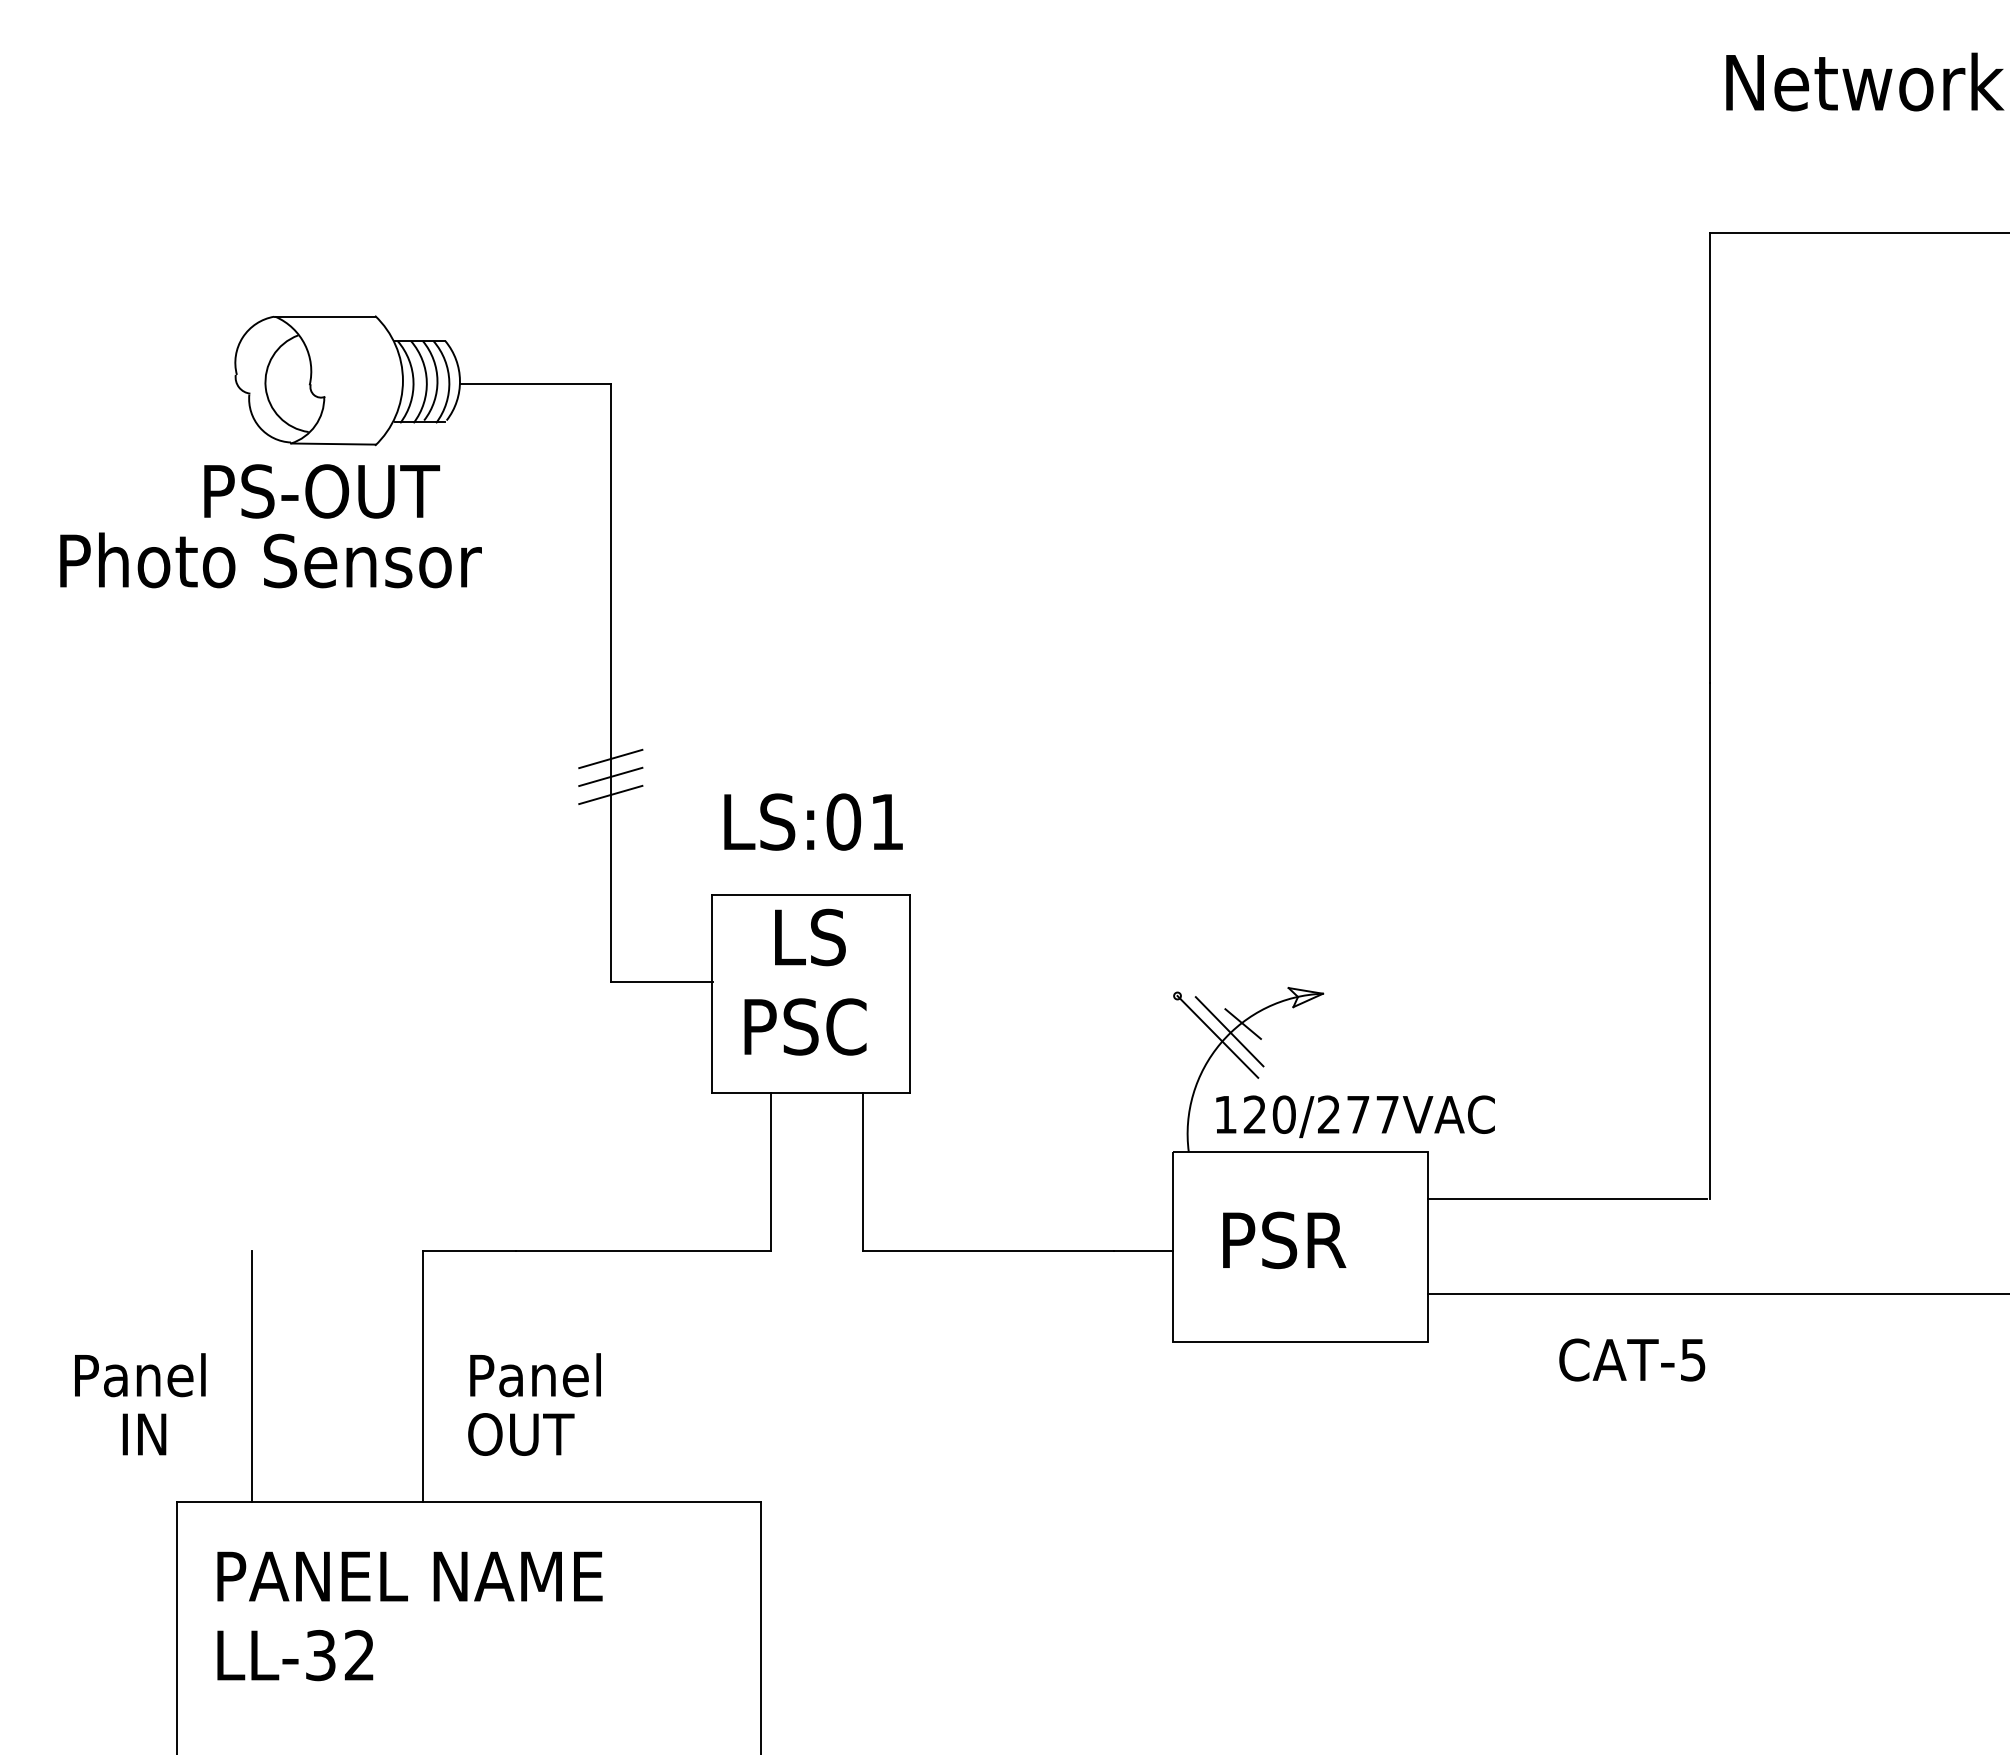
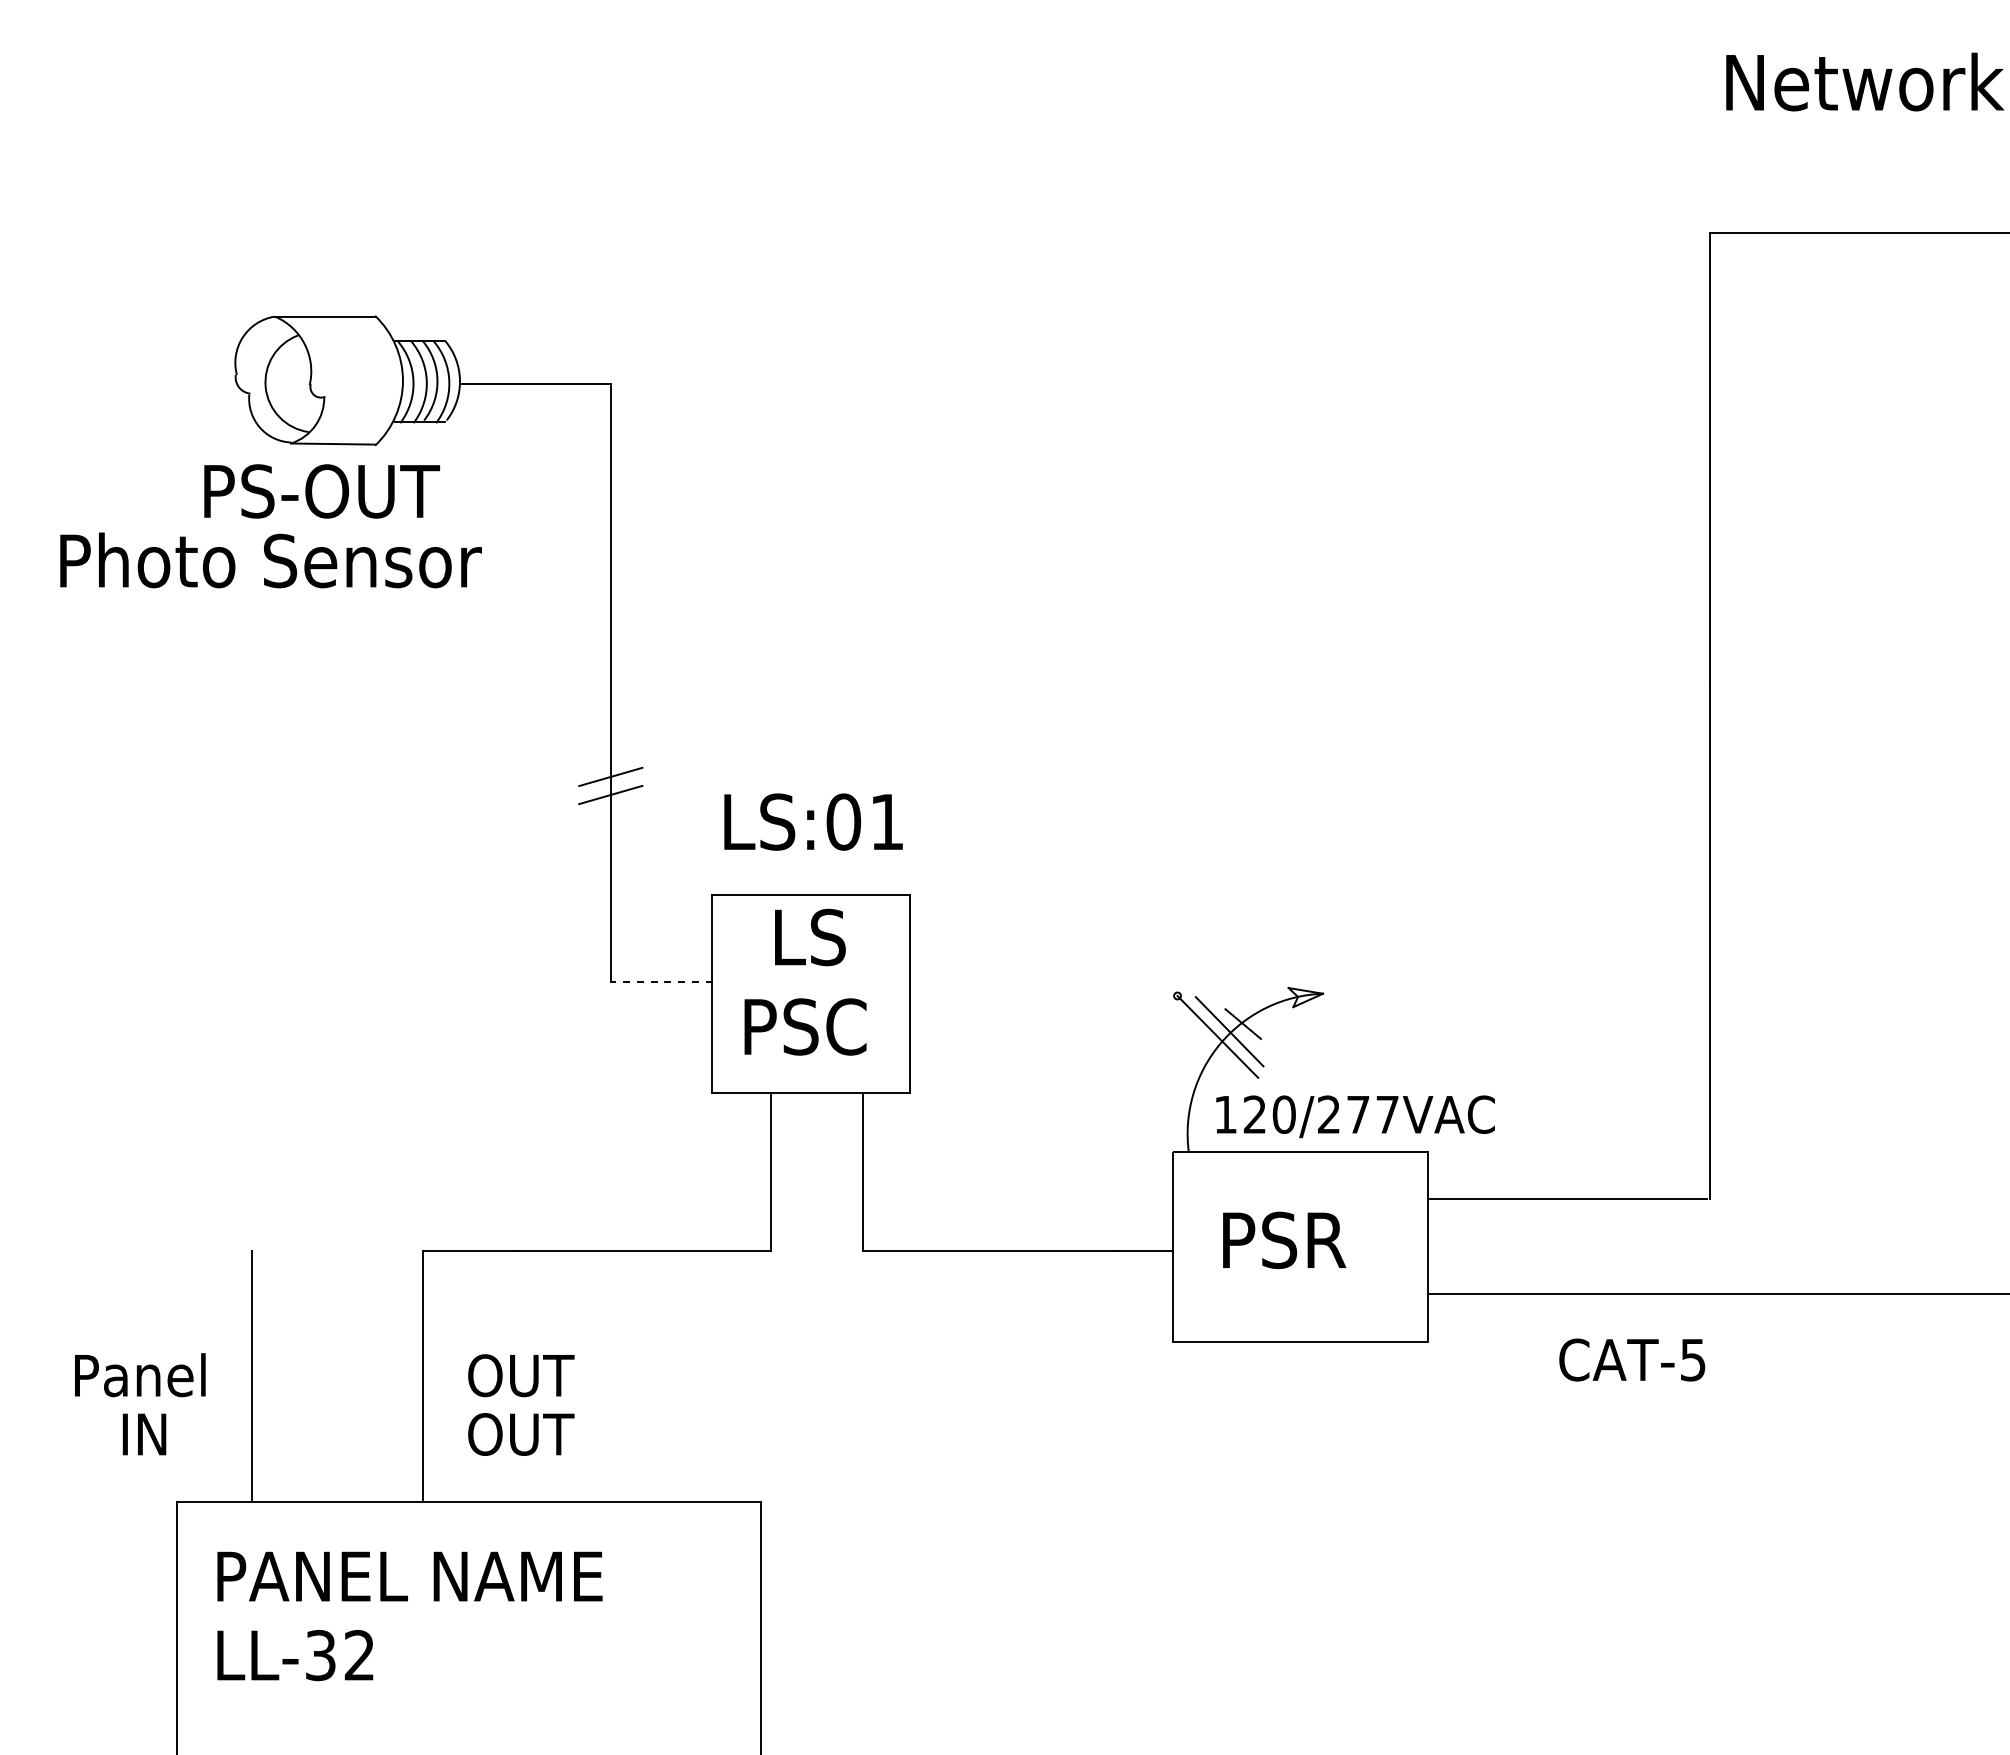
line at (610, 758): present -> none
line at (661, 981): solid -> dashed
text at (534, 1375): Panel -> OUT
